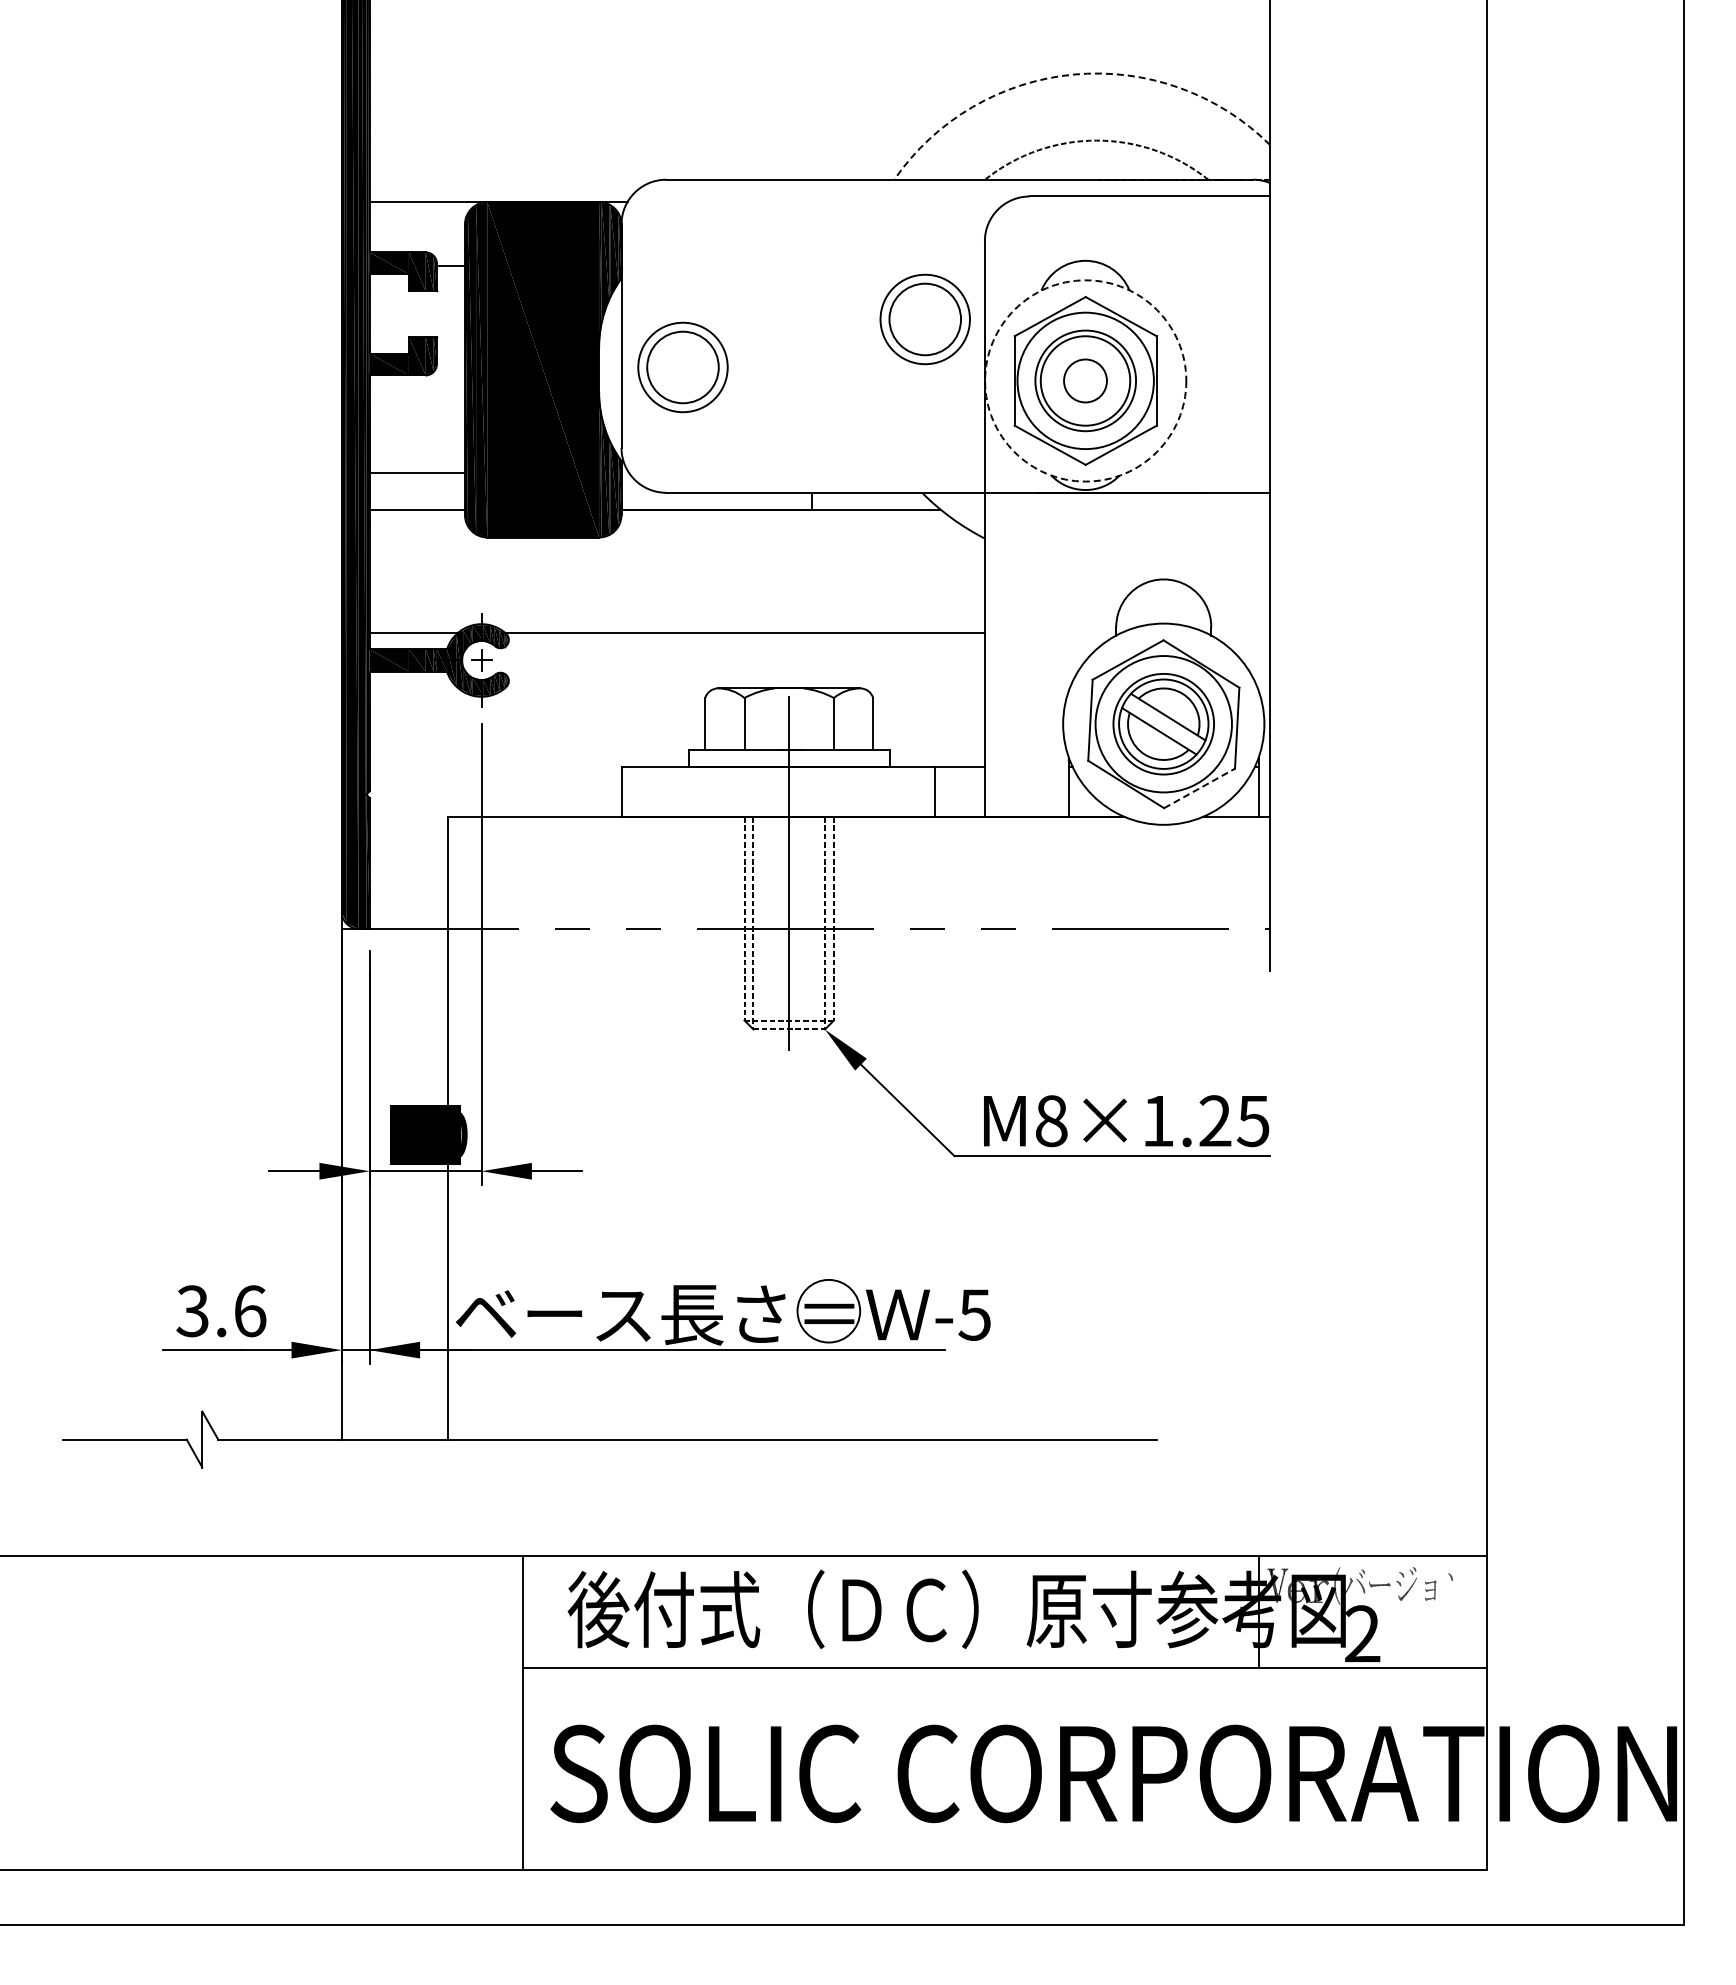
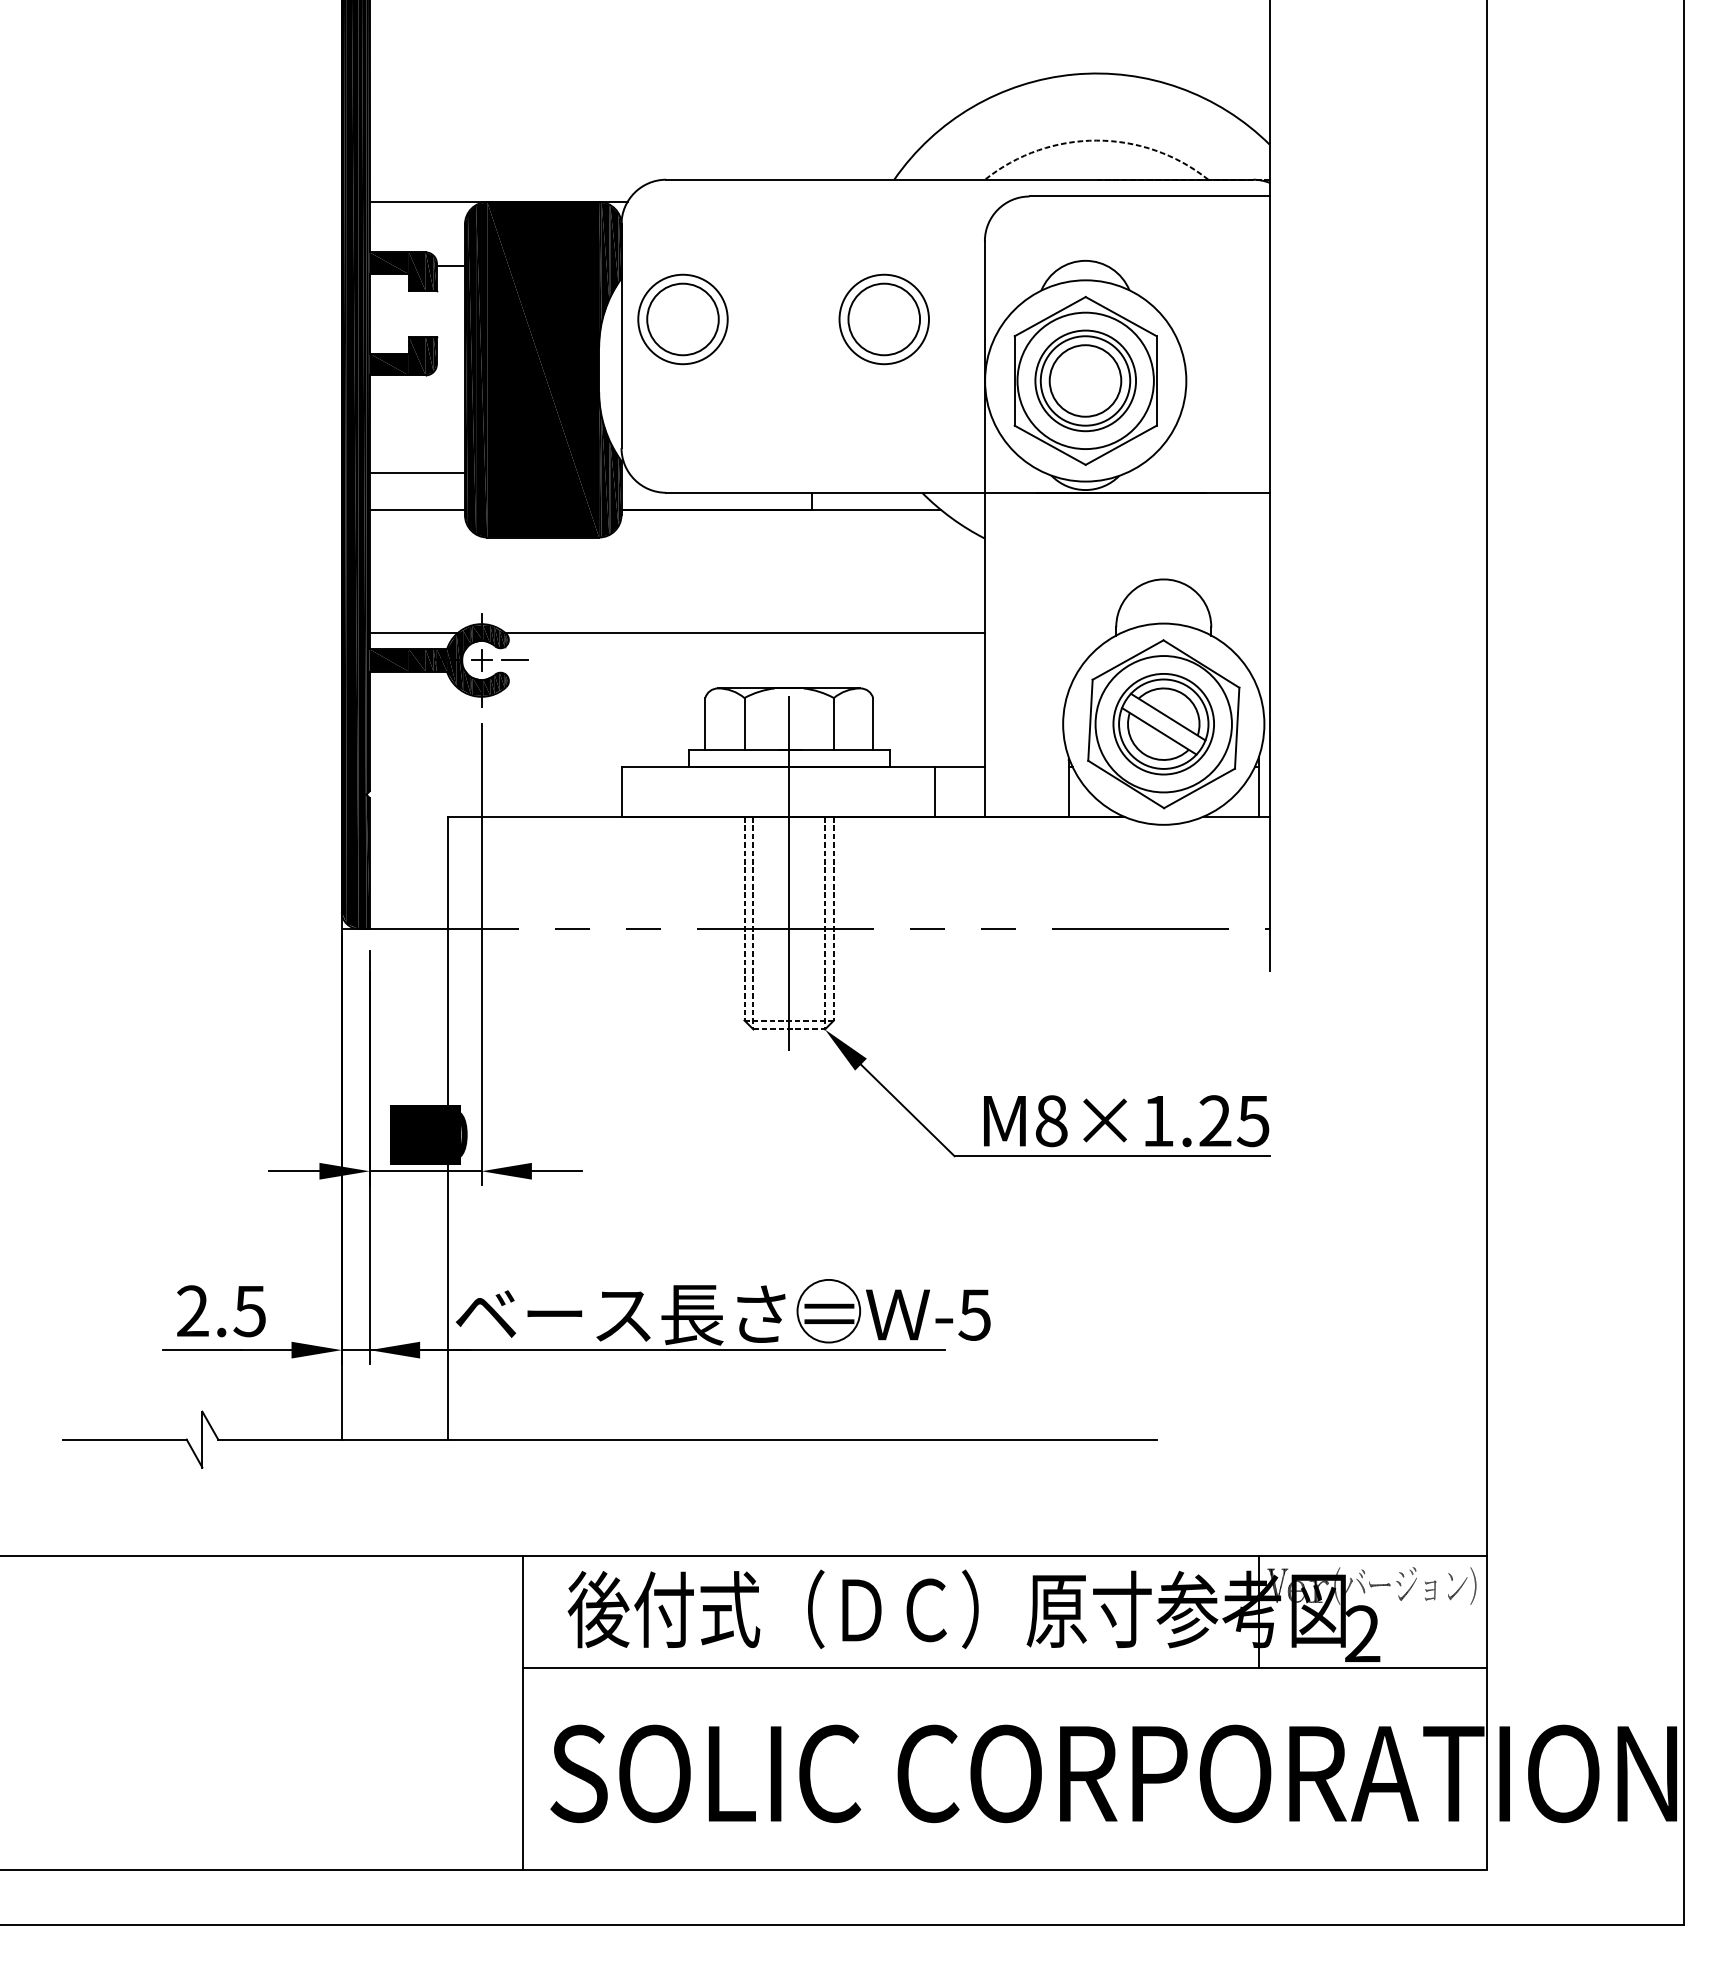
arc at (1073, 74): dashed -> solid
part at (924, 319) position: (924, 319) -> (883, 319)
part at (682, 367) position: (682, 367) -> (682, 319)
circle at (1085, 380) diameter: 43 px -> 72 px
circle at (1085, 380): dashed -> solid
line at (514, 659): none -> present
line at (1199, 788): dashed -> solid
text at (221, 1311): 3.6 -> 2.5
part at (1462, 1585): none -> present
